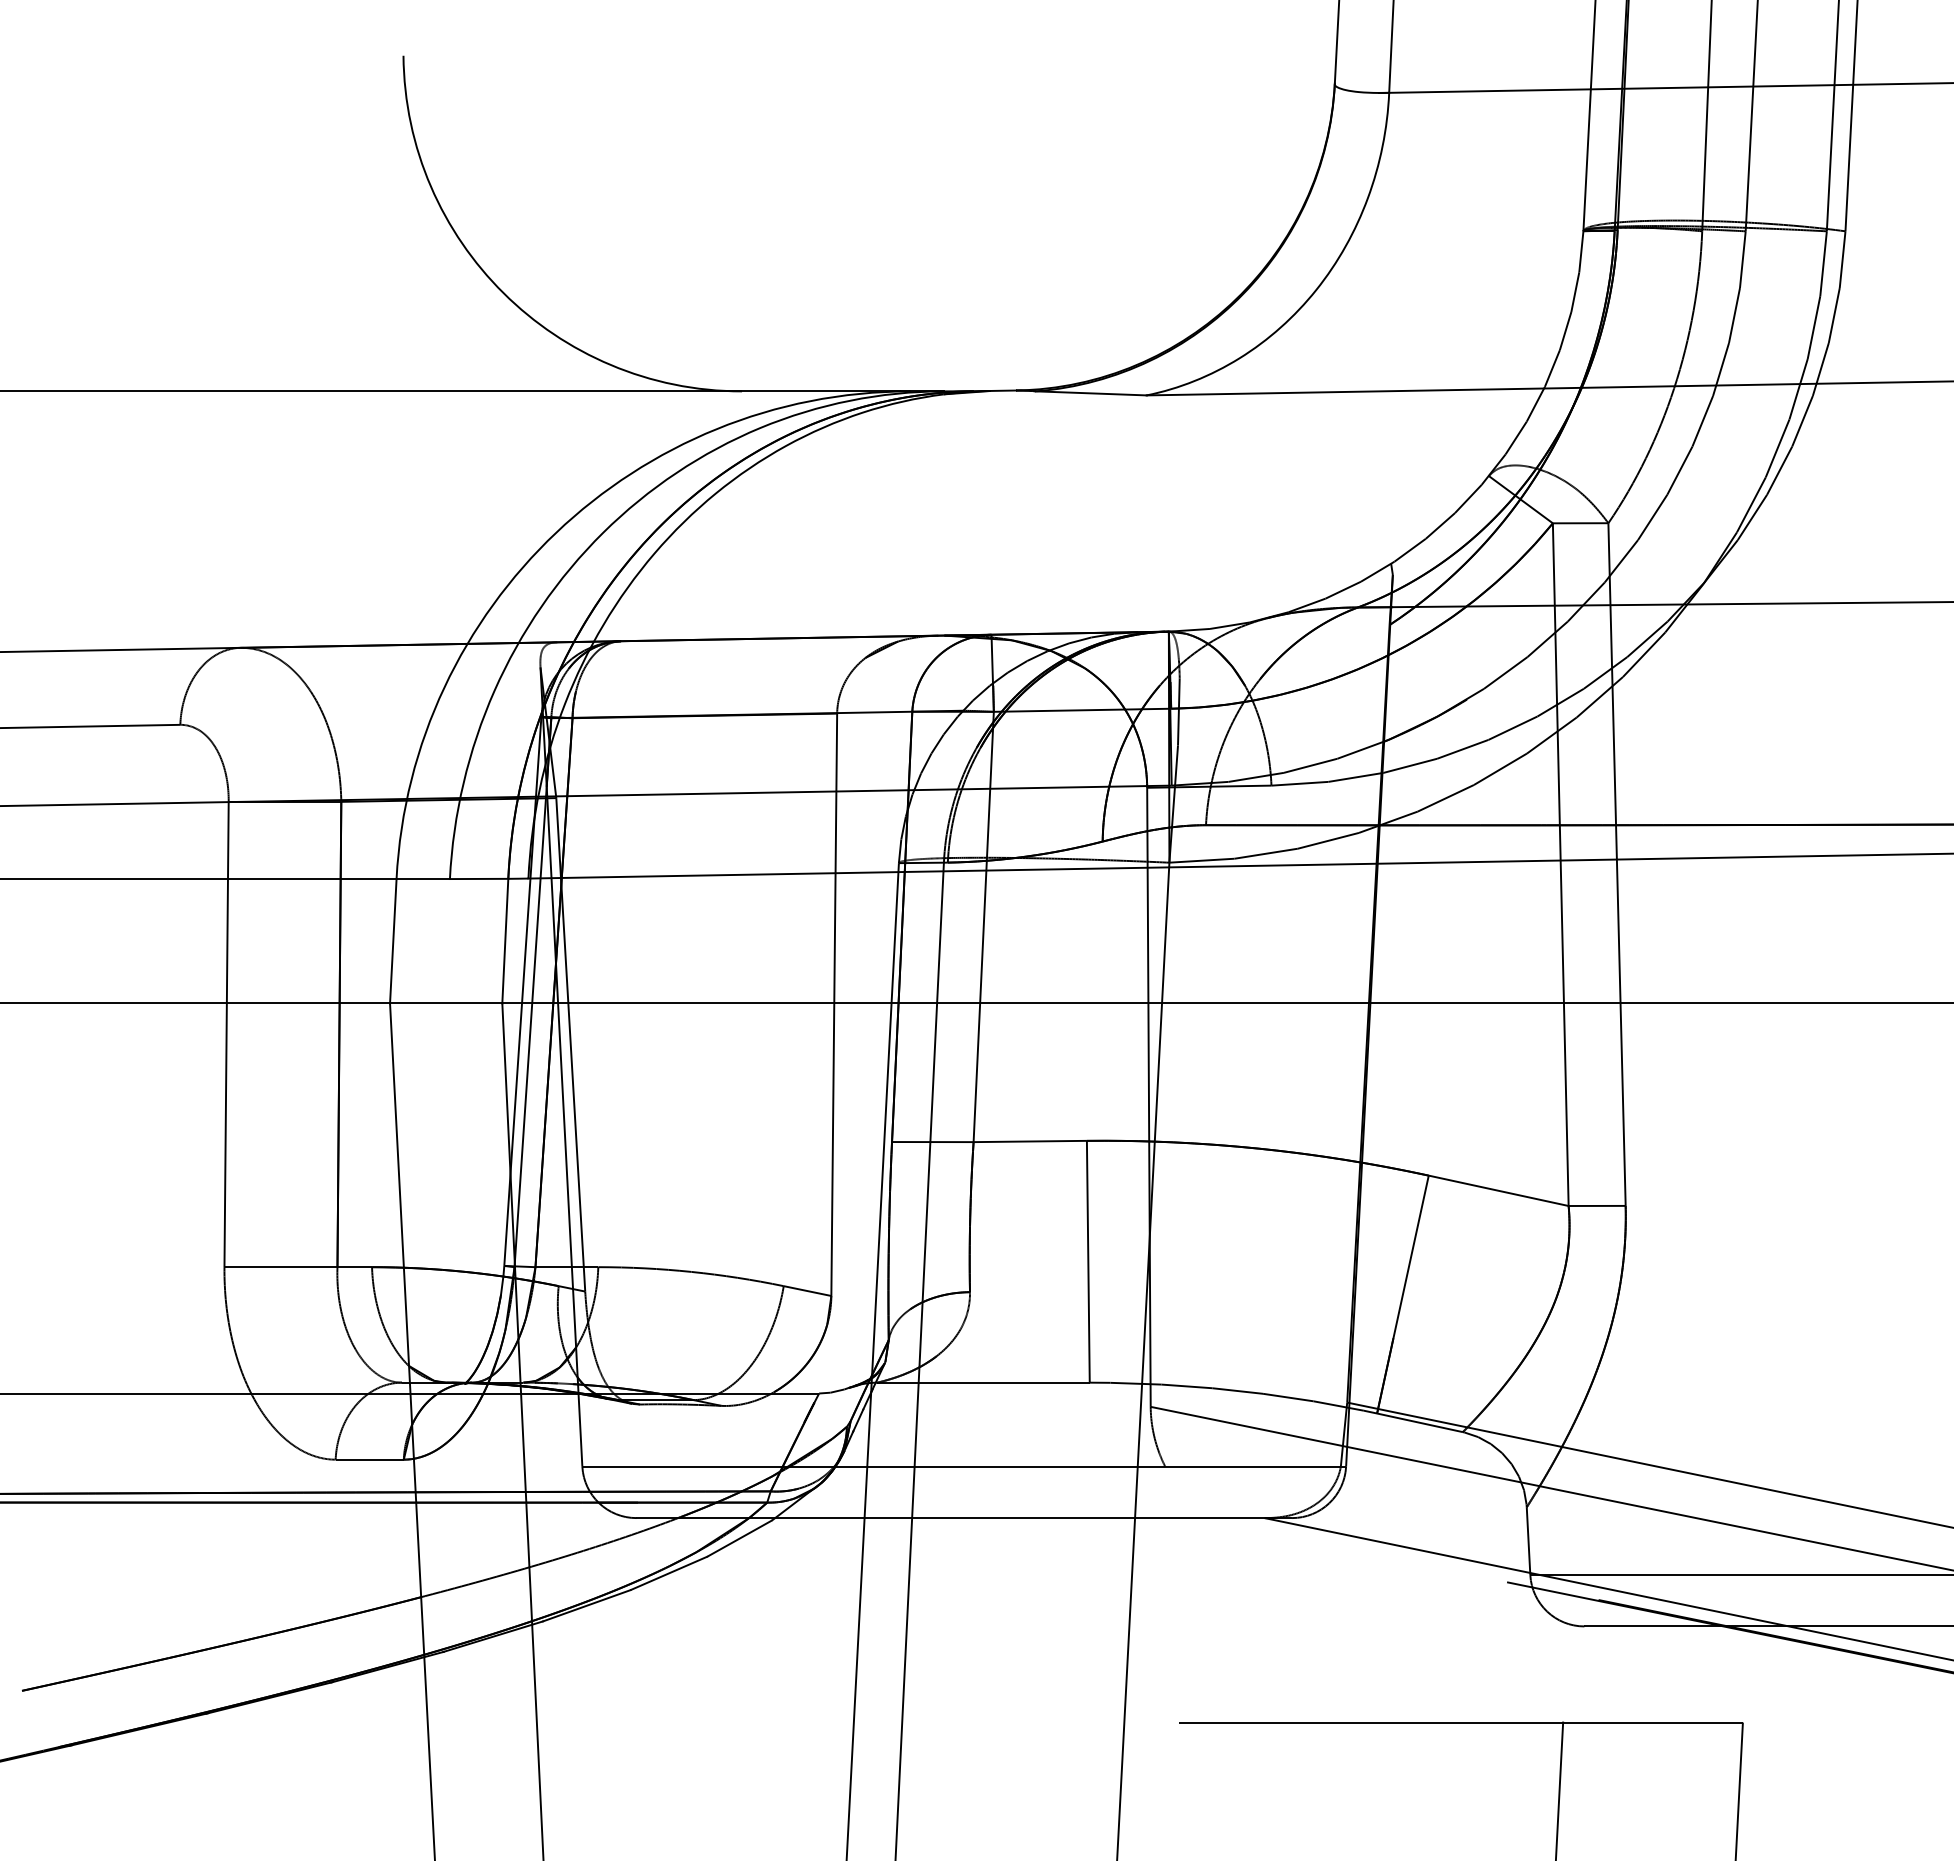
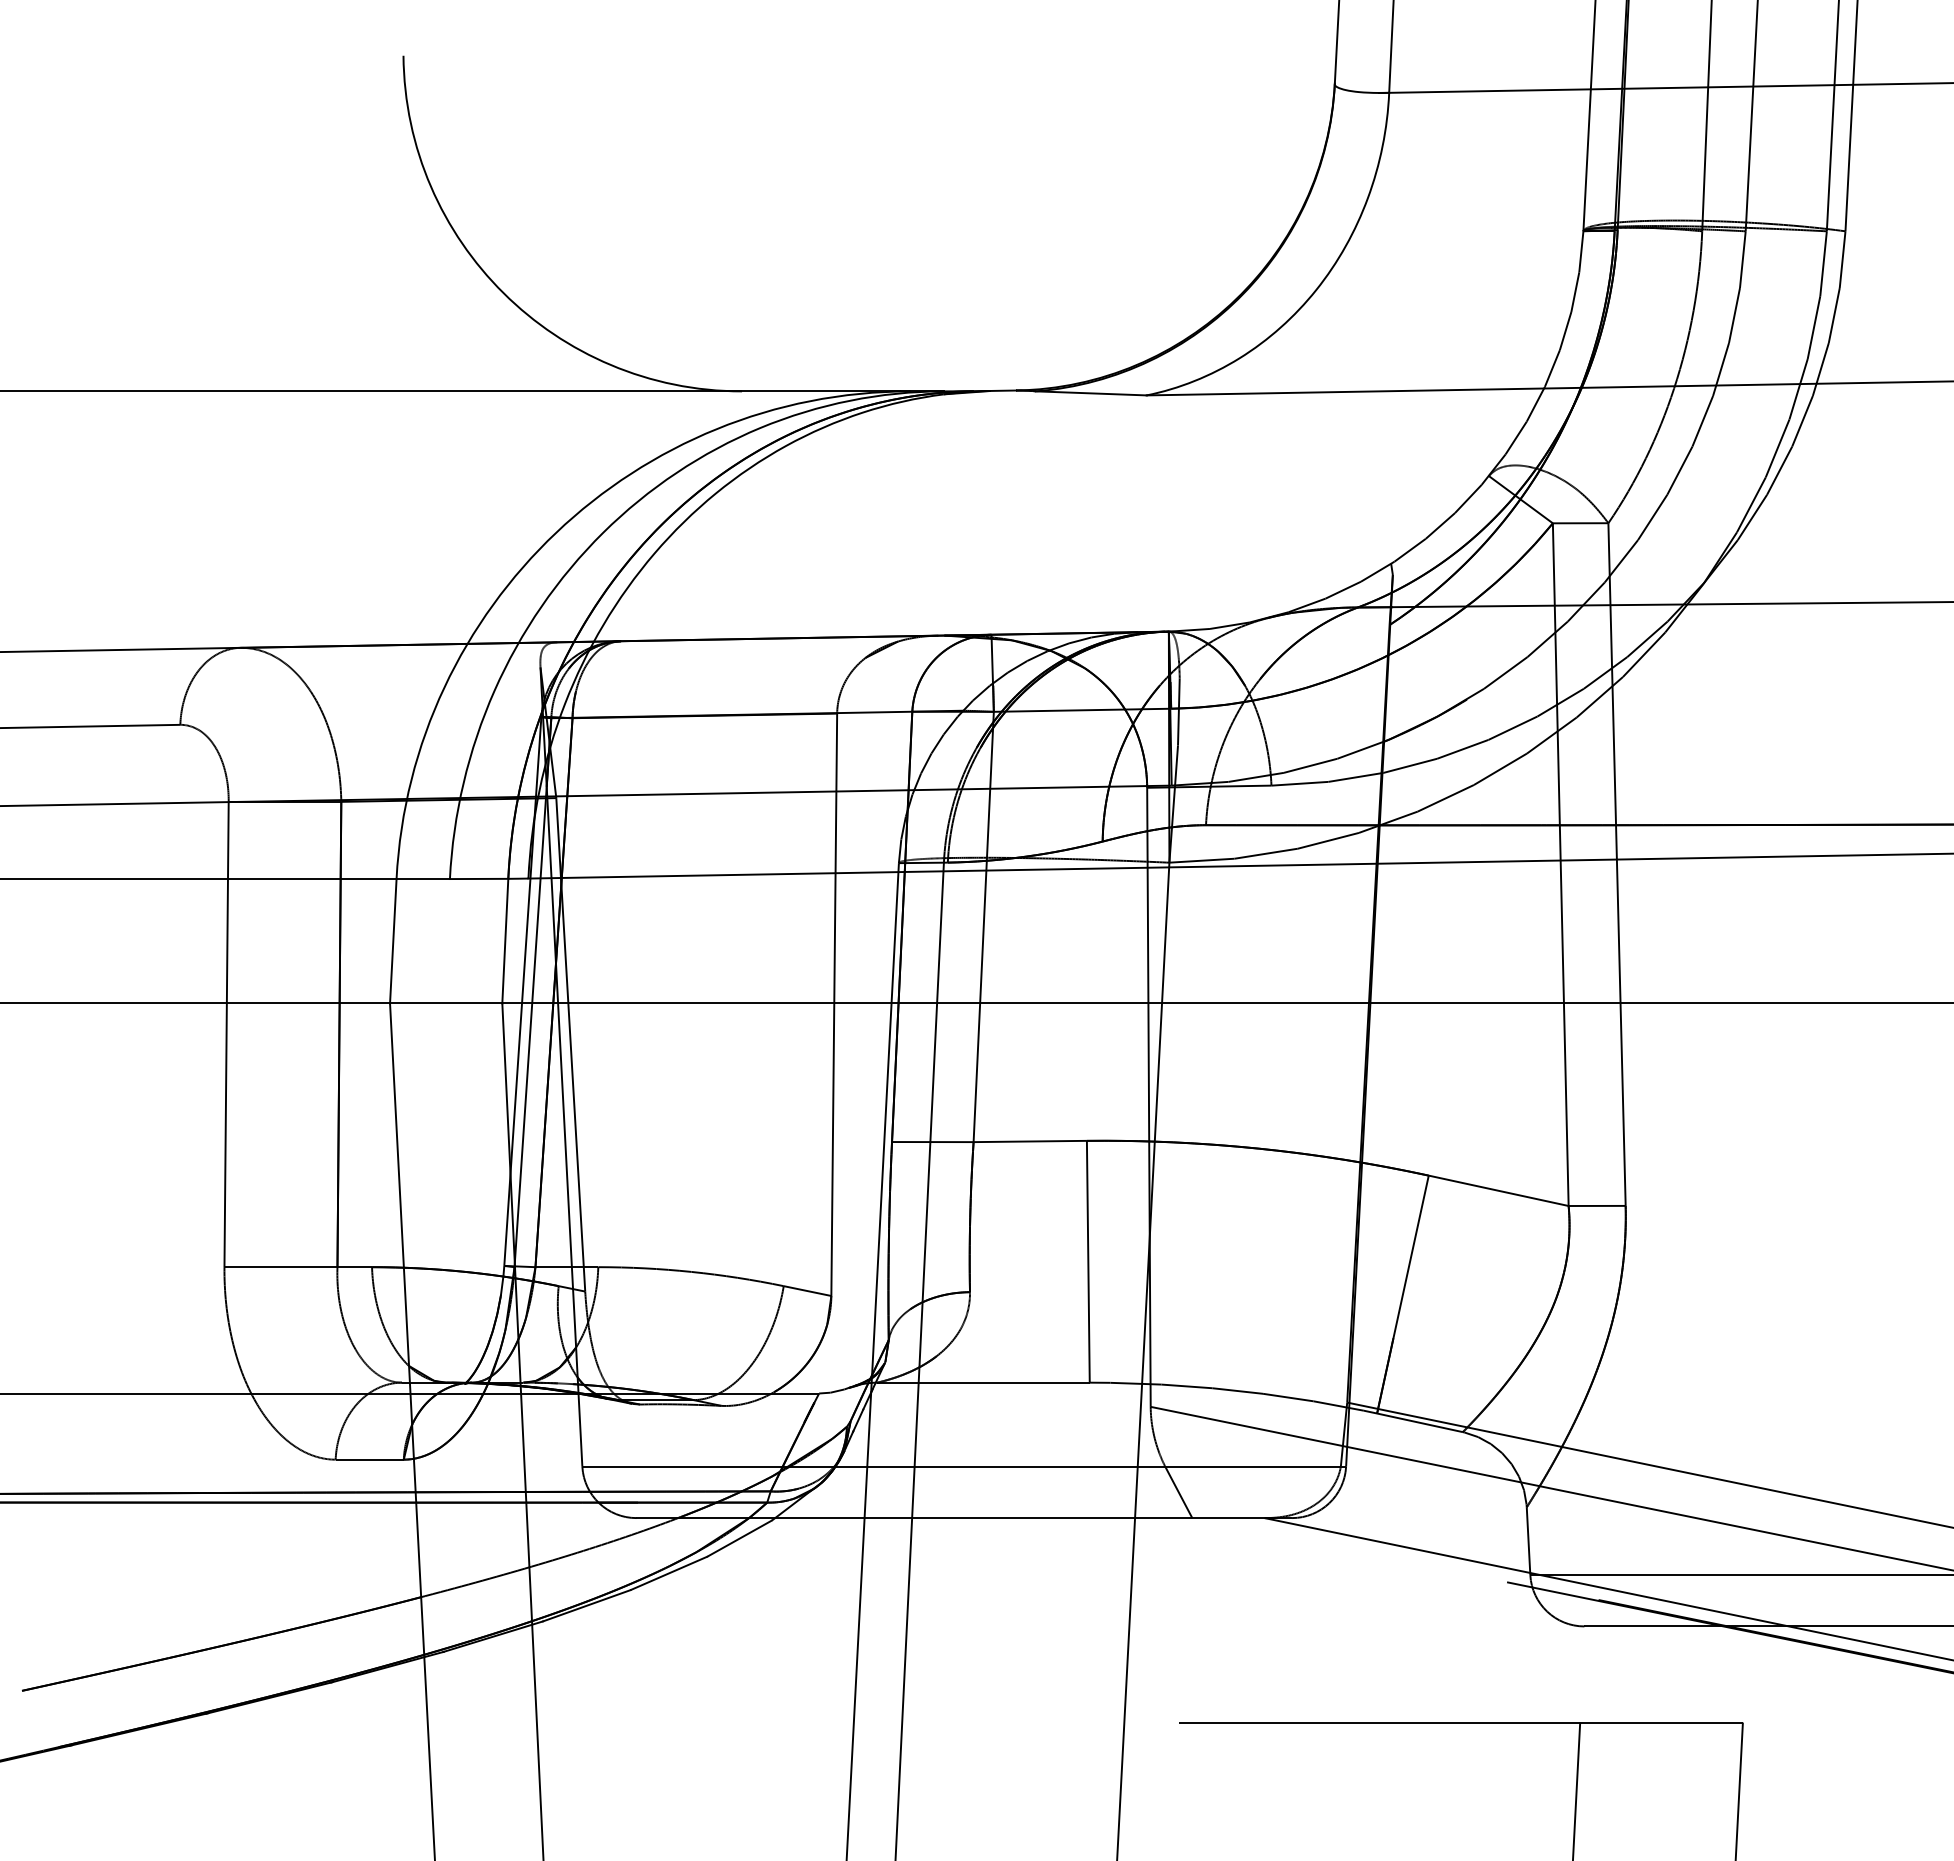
line at (1178, 1492): none -> present
line at (1559, 1789) position: (1559, 1789) -> (1576, 1789)
